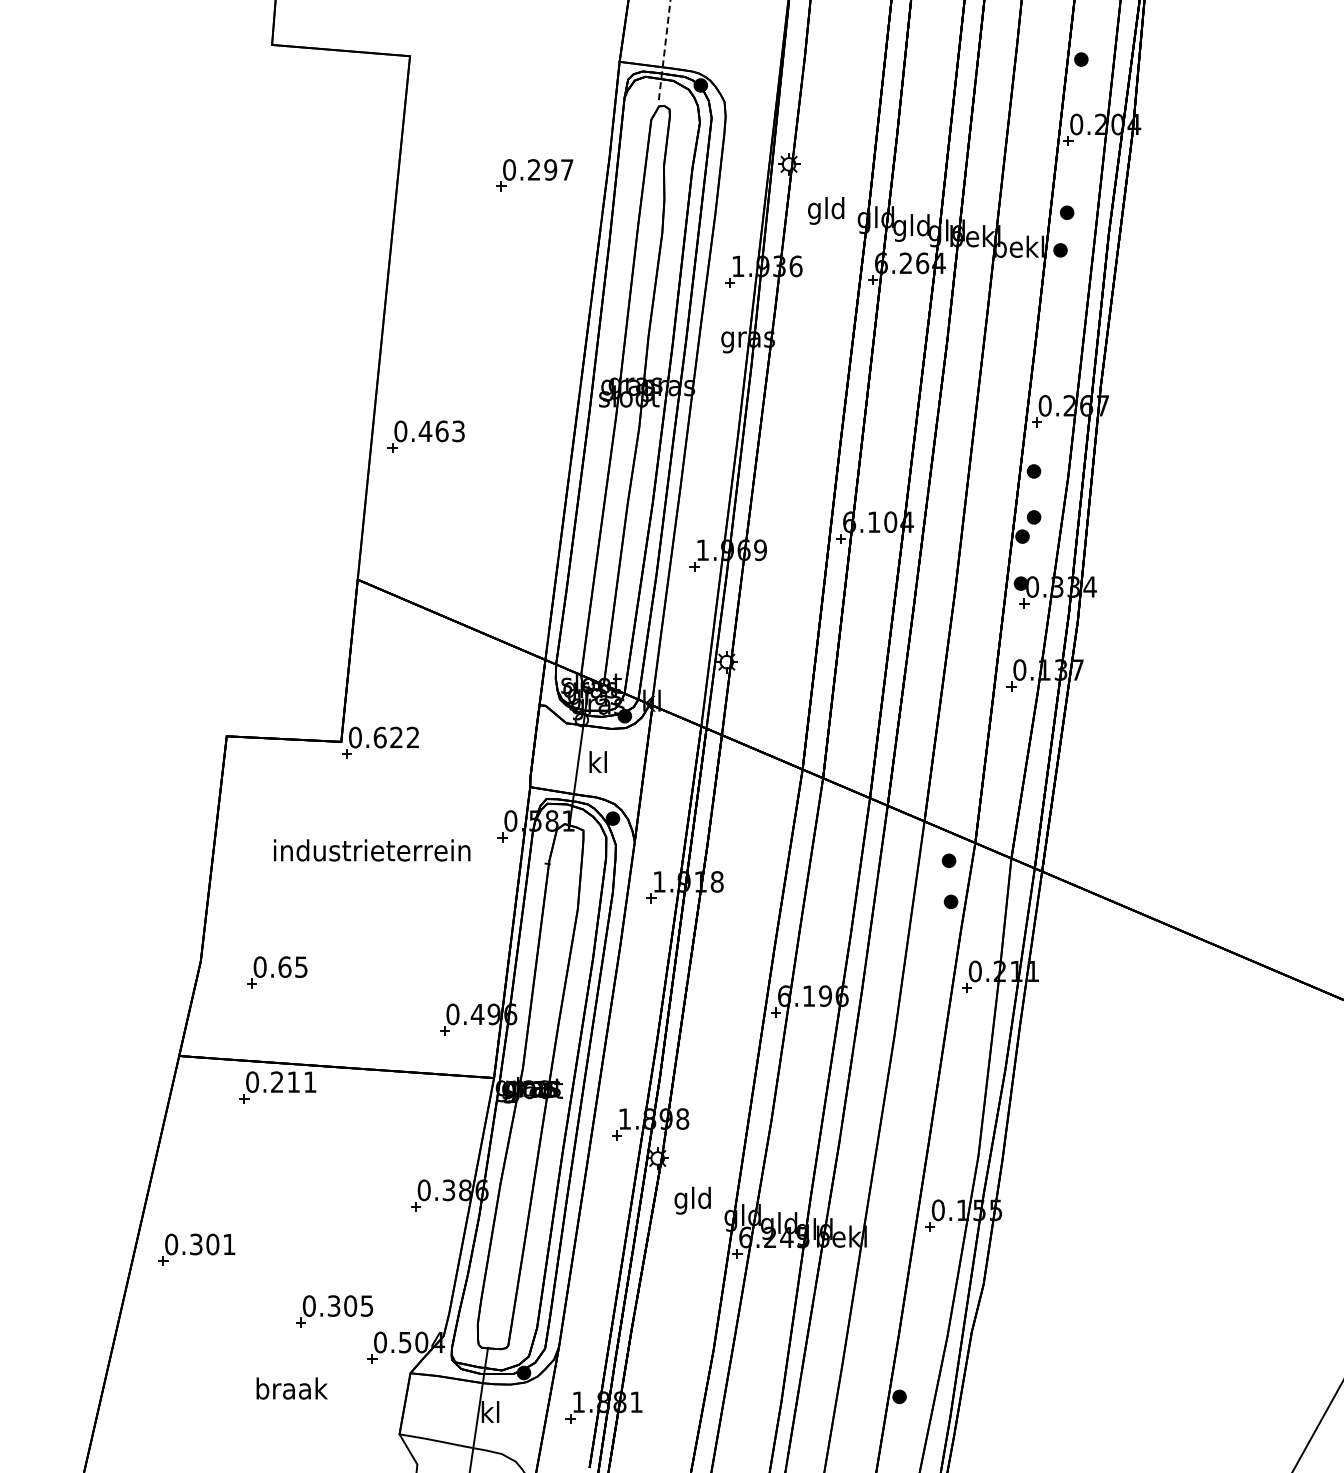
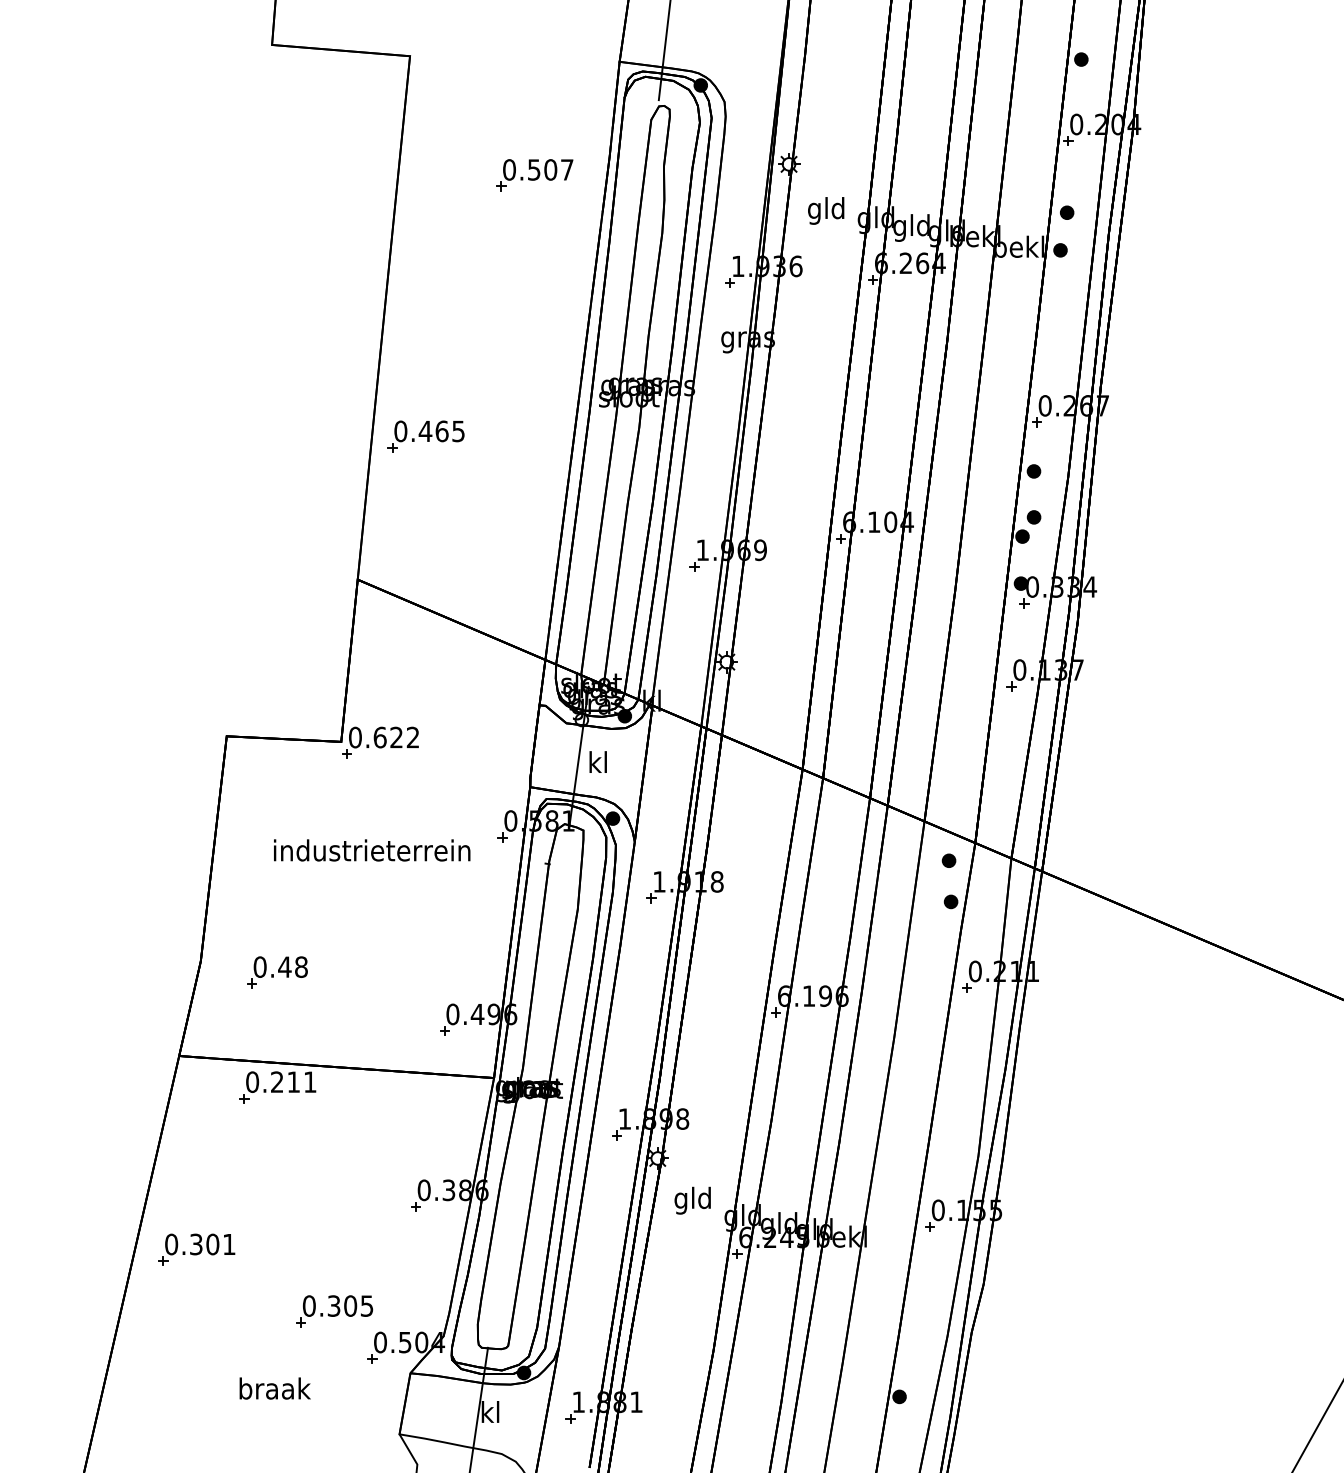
line at (664, 50): dashed -> solid
text at (542, 169): 0.297 -> 0.507
text at (458, 430): 0.463 -> 0.465
text at (292, 966): 0.65 -> 0.48
text at (291, 1388) position: (291, 1388) -> (274, 1388)
